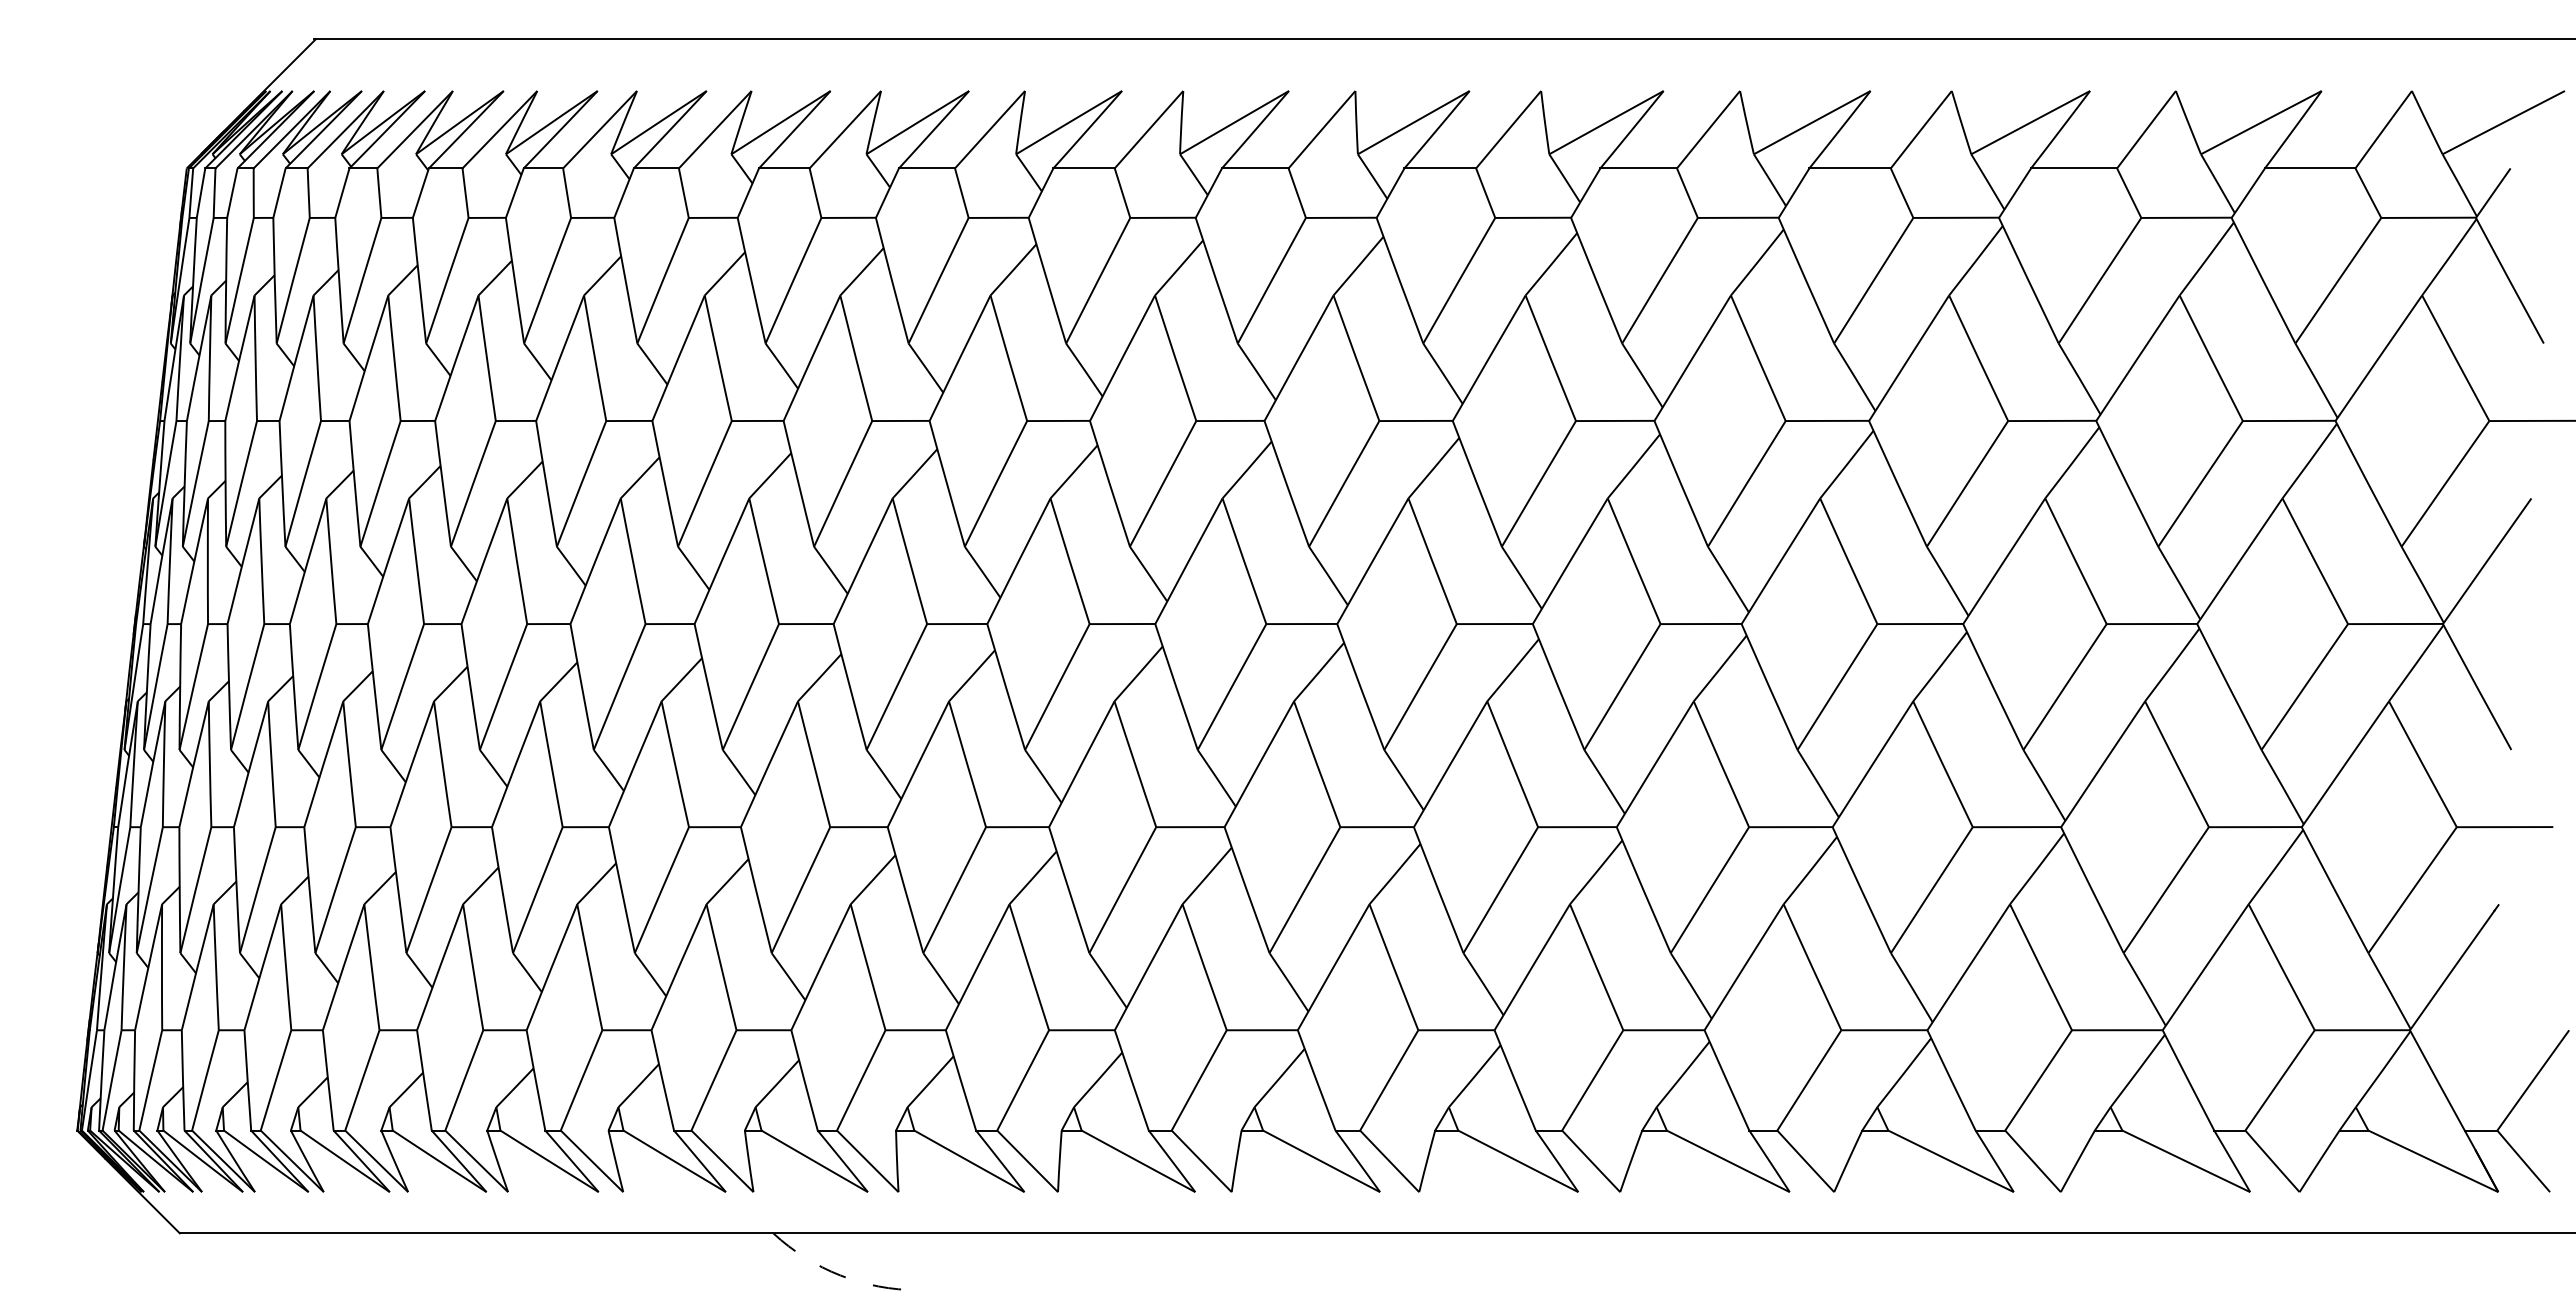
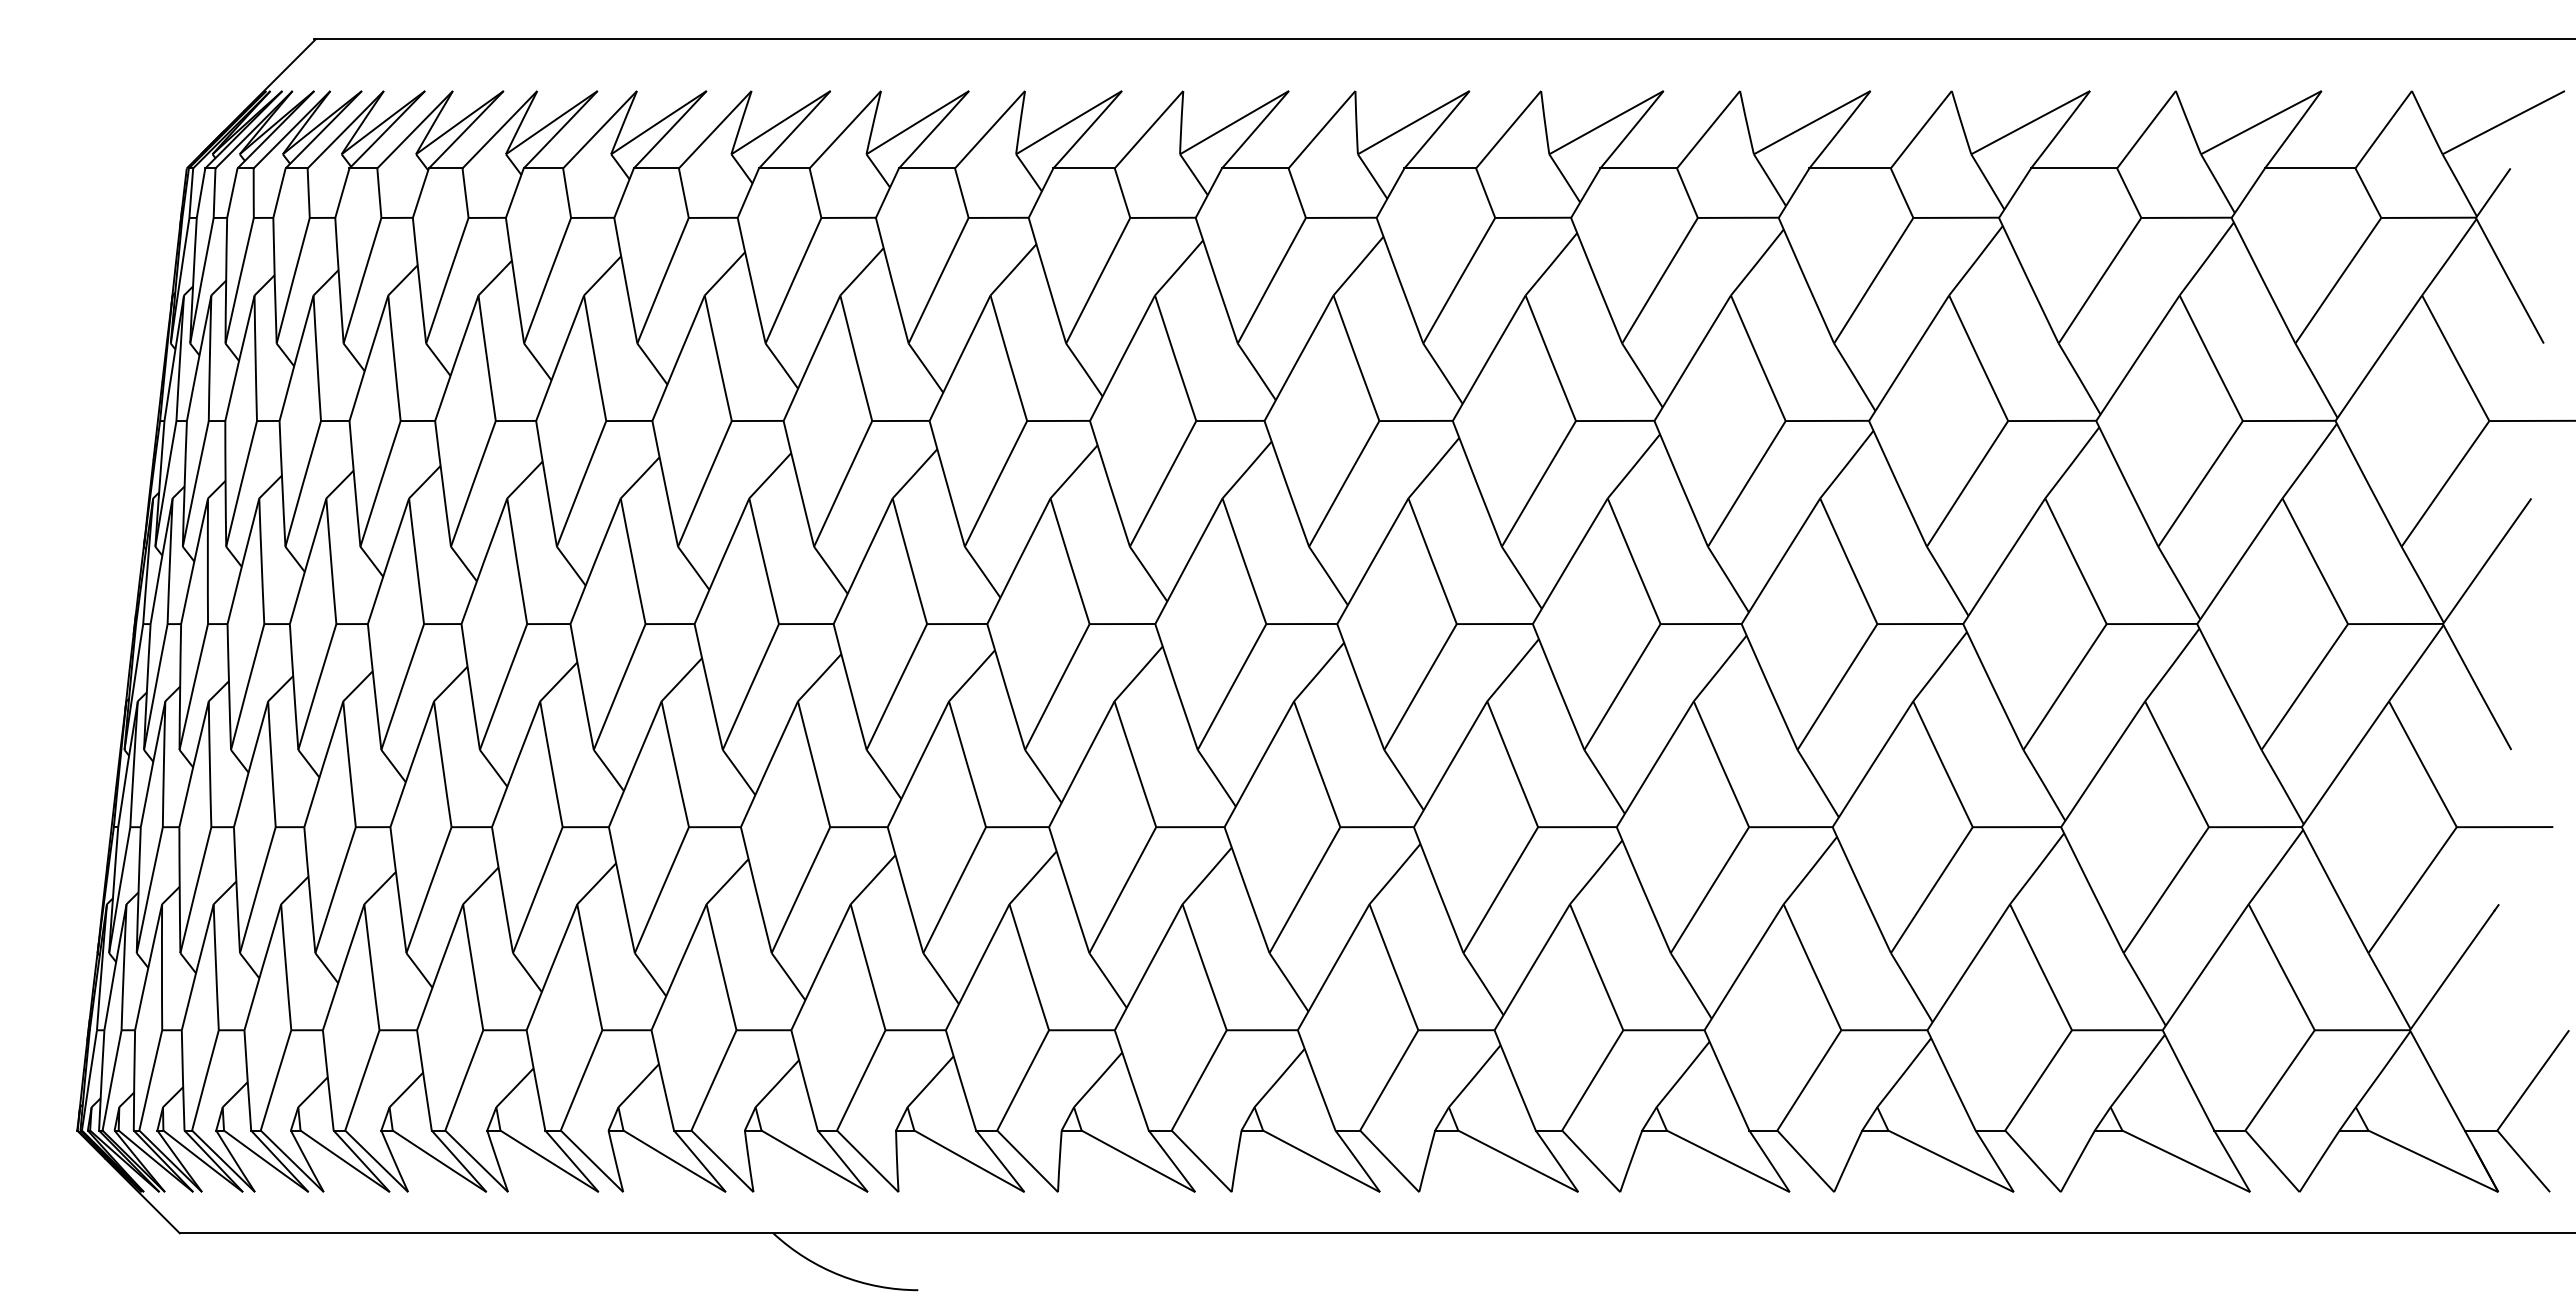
arc at (840, 1275): dashed -> solid
